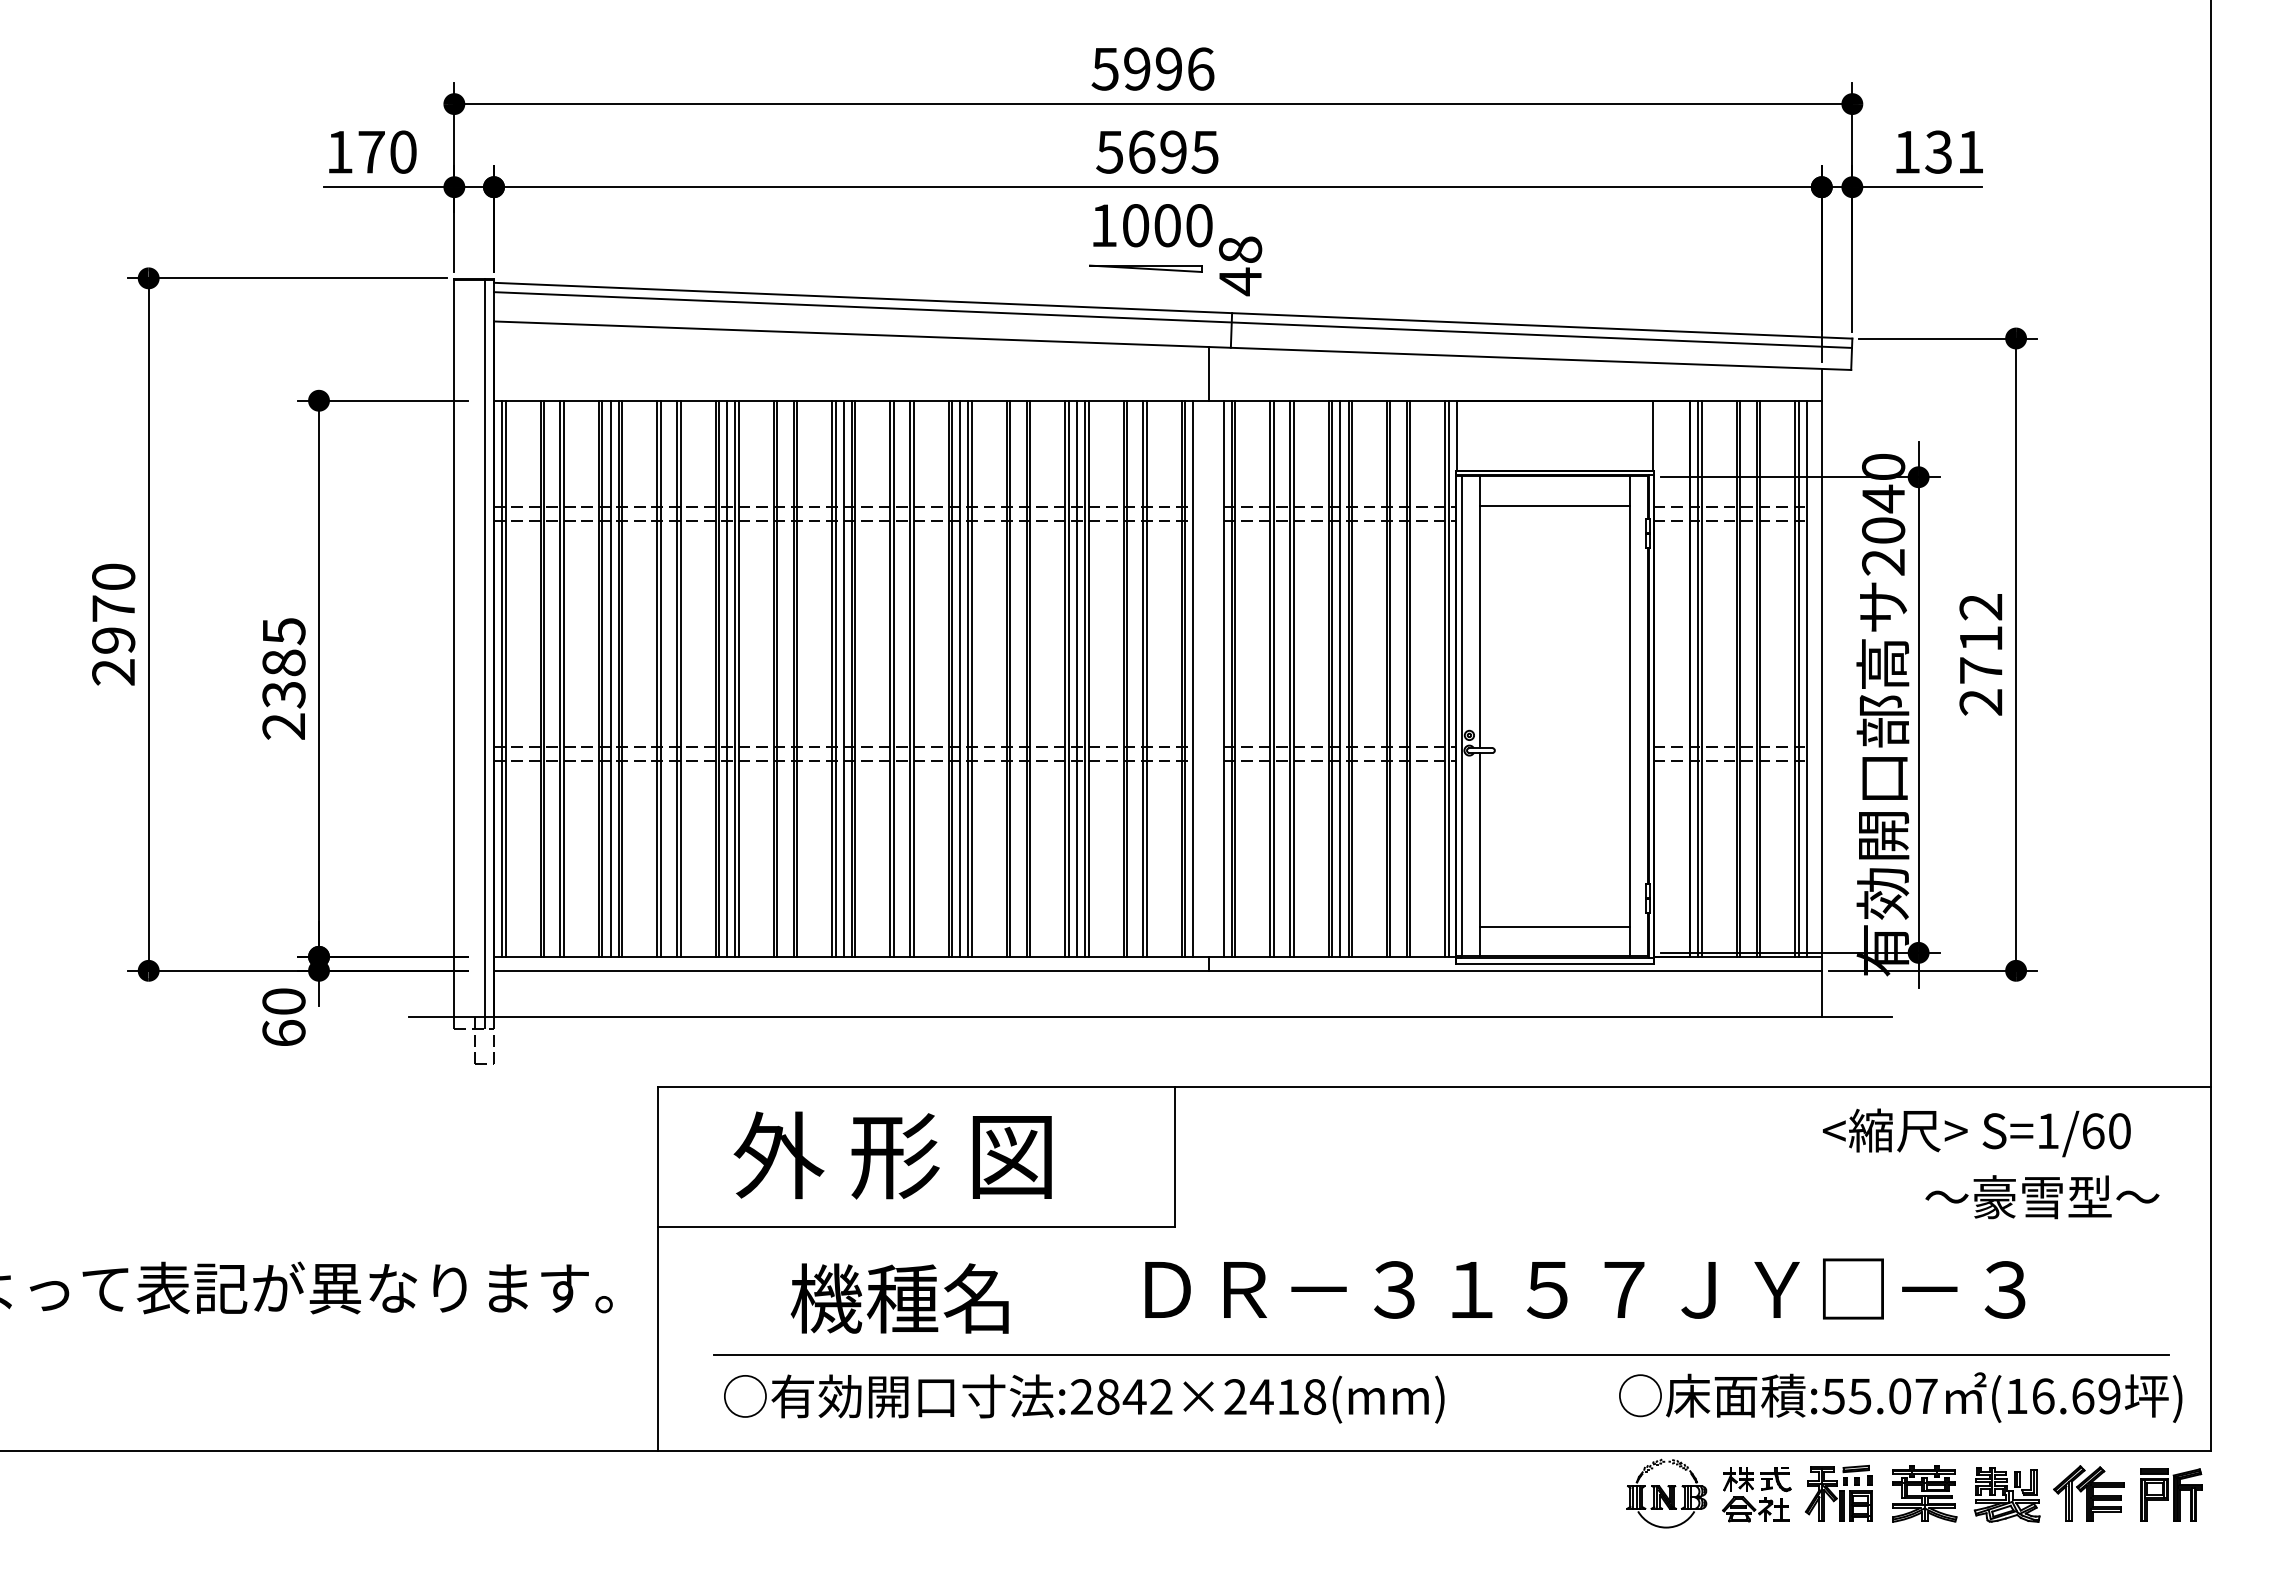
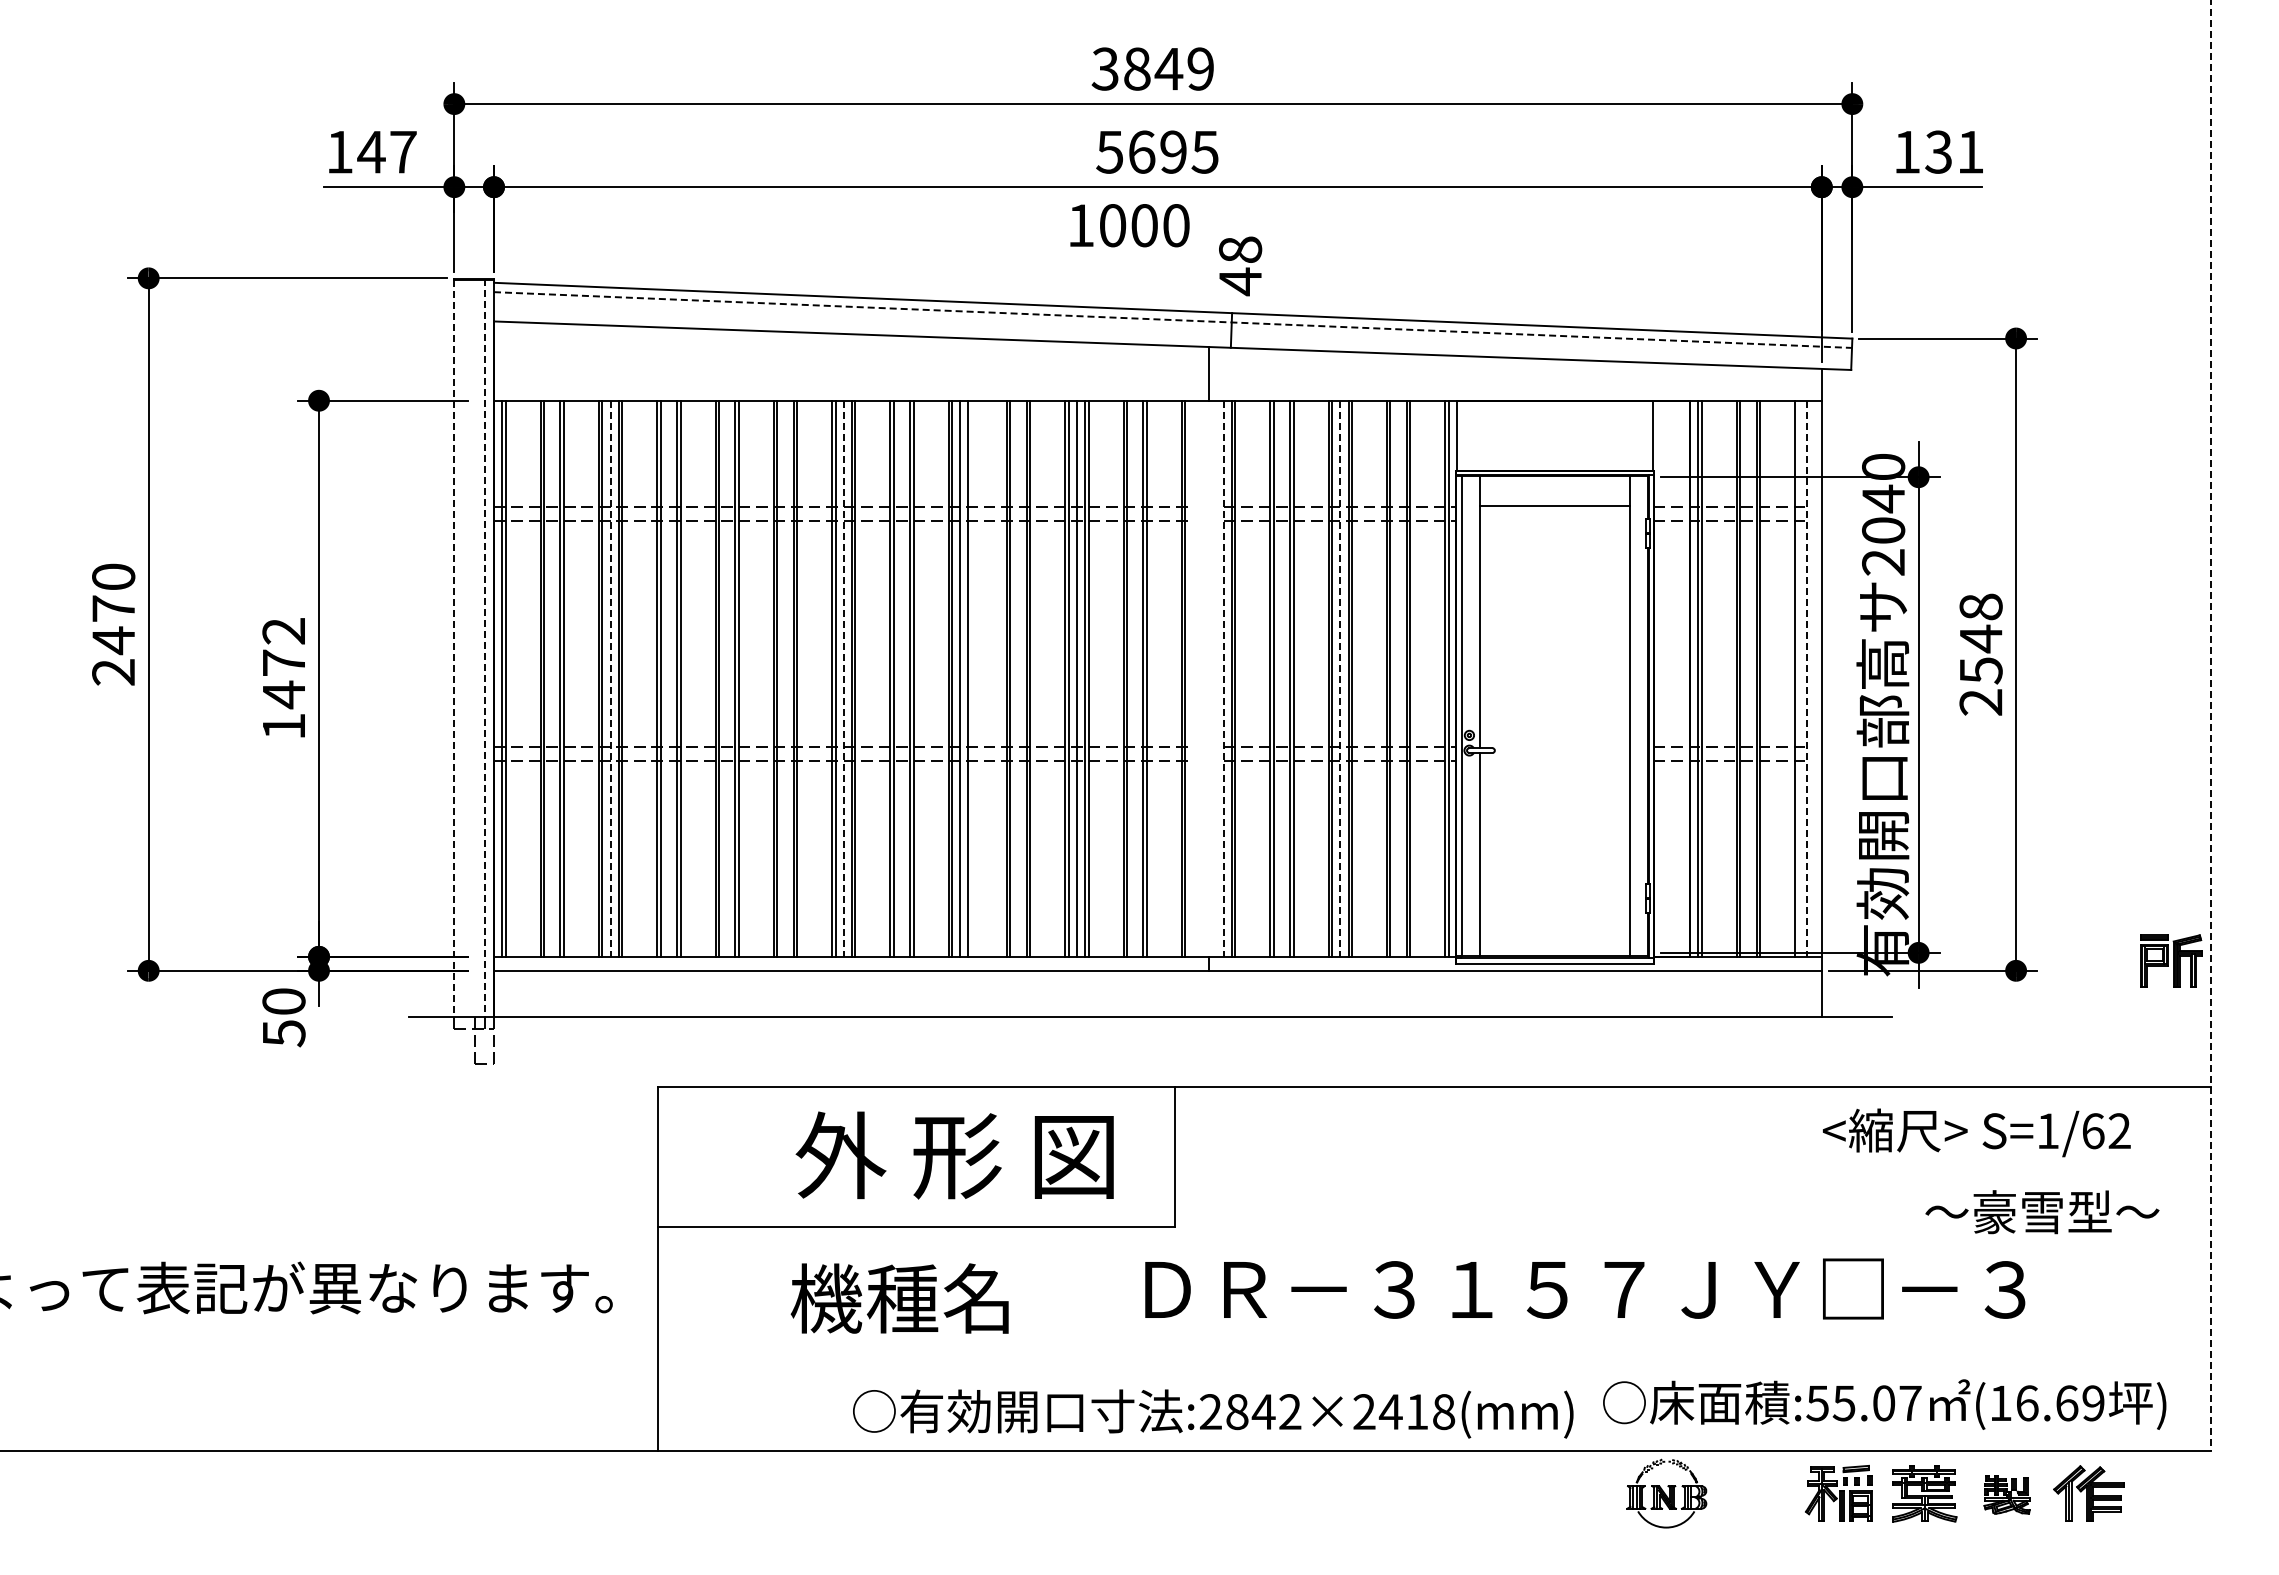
text at (1152, 68): 5996 -> 3849
text at (386, 151): 170 -> 147
text at (1152, 225) position: (1152, 225) -> (1129, 225)
part at (1145, 268): present -> none
line at (1173, 320): solid -> dashed
text at (1980, 638): 2712 -> 2548
text at (113, 640): 2970 -> 2470
line at (454, 648): solid -> dashed
line at (484, 648): solid -> dashed
text at (283, 678): 2385 -> 1472
line at (727, 678): present -> none
line at (971, 678): present -> none
line at (1193, 678): present -> none
line at (1798, 678): present -> none
line at (610, 679): solid -> dashed
line at (843, 679): solid -> dashed
line at (1223, 679): solid -> dashed
line at (1340, 679): solid -> dashed
line at (1806, 679): solid -> dashed
line at (2210, 726): solid -> dashed
line at (1555, 926): present -> none
text at (283, 1033): 60 -> 50
text at (2119, 1131): S=1/60 -> S=1/62
text at (892, 1155) position: (892, 1155) -> (954, 1155)
text at (2042, 1197) position: (2042, 1197) -> (2042, 1212)
line at (1440, 1354): present -> none
text at (1900, 1397) position: (1900, 1397) -> (1884, 1404)
text at (1084, 1398) position: (1084, 1398) -> (1213, 1413)
part at (1756, 1494): present -> none
part at (2006, 1494) size: 68x56 px -> 48x40 px
part at (2171, 1494) position: (2171, 1494) -> (2171, 960)
